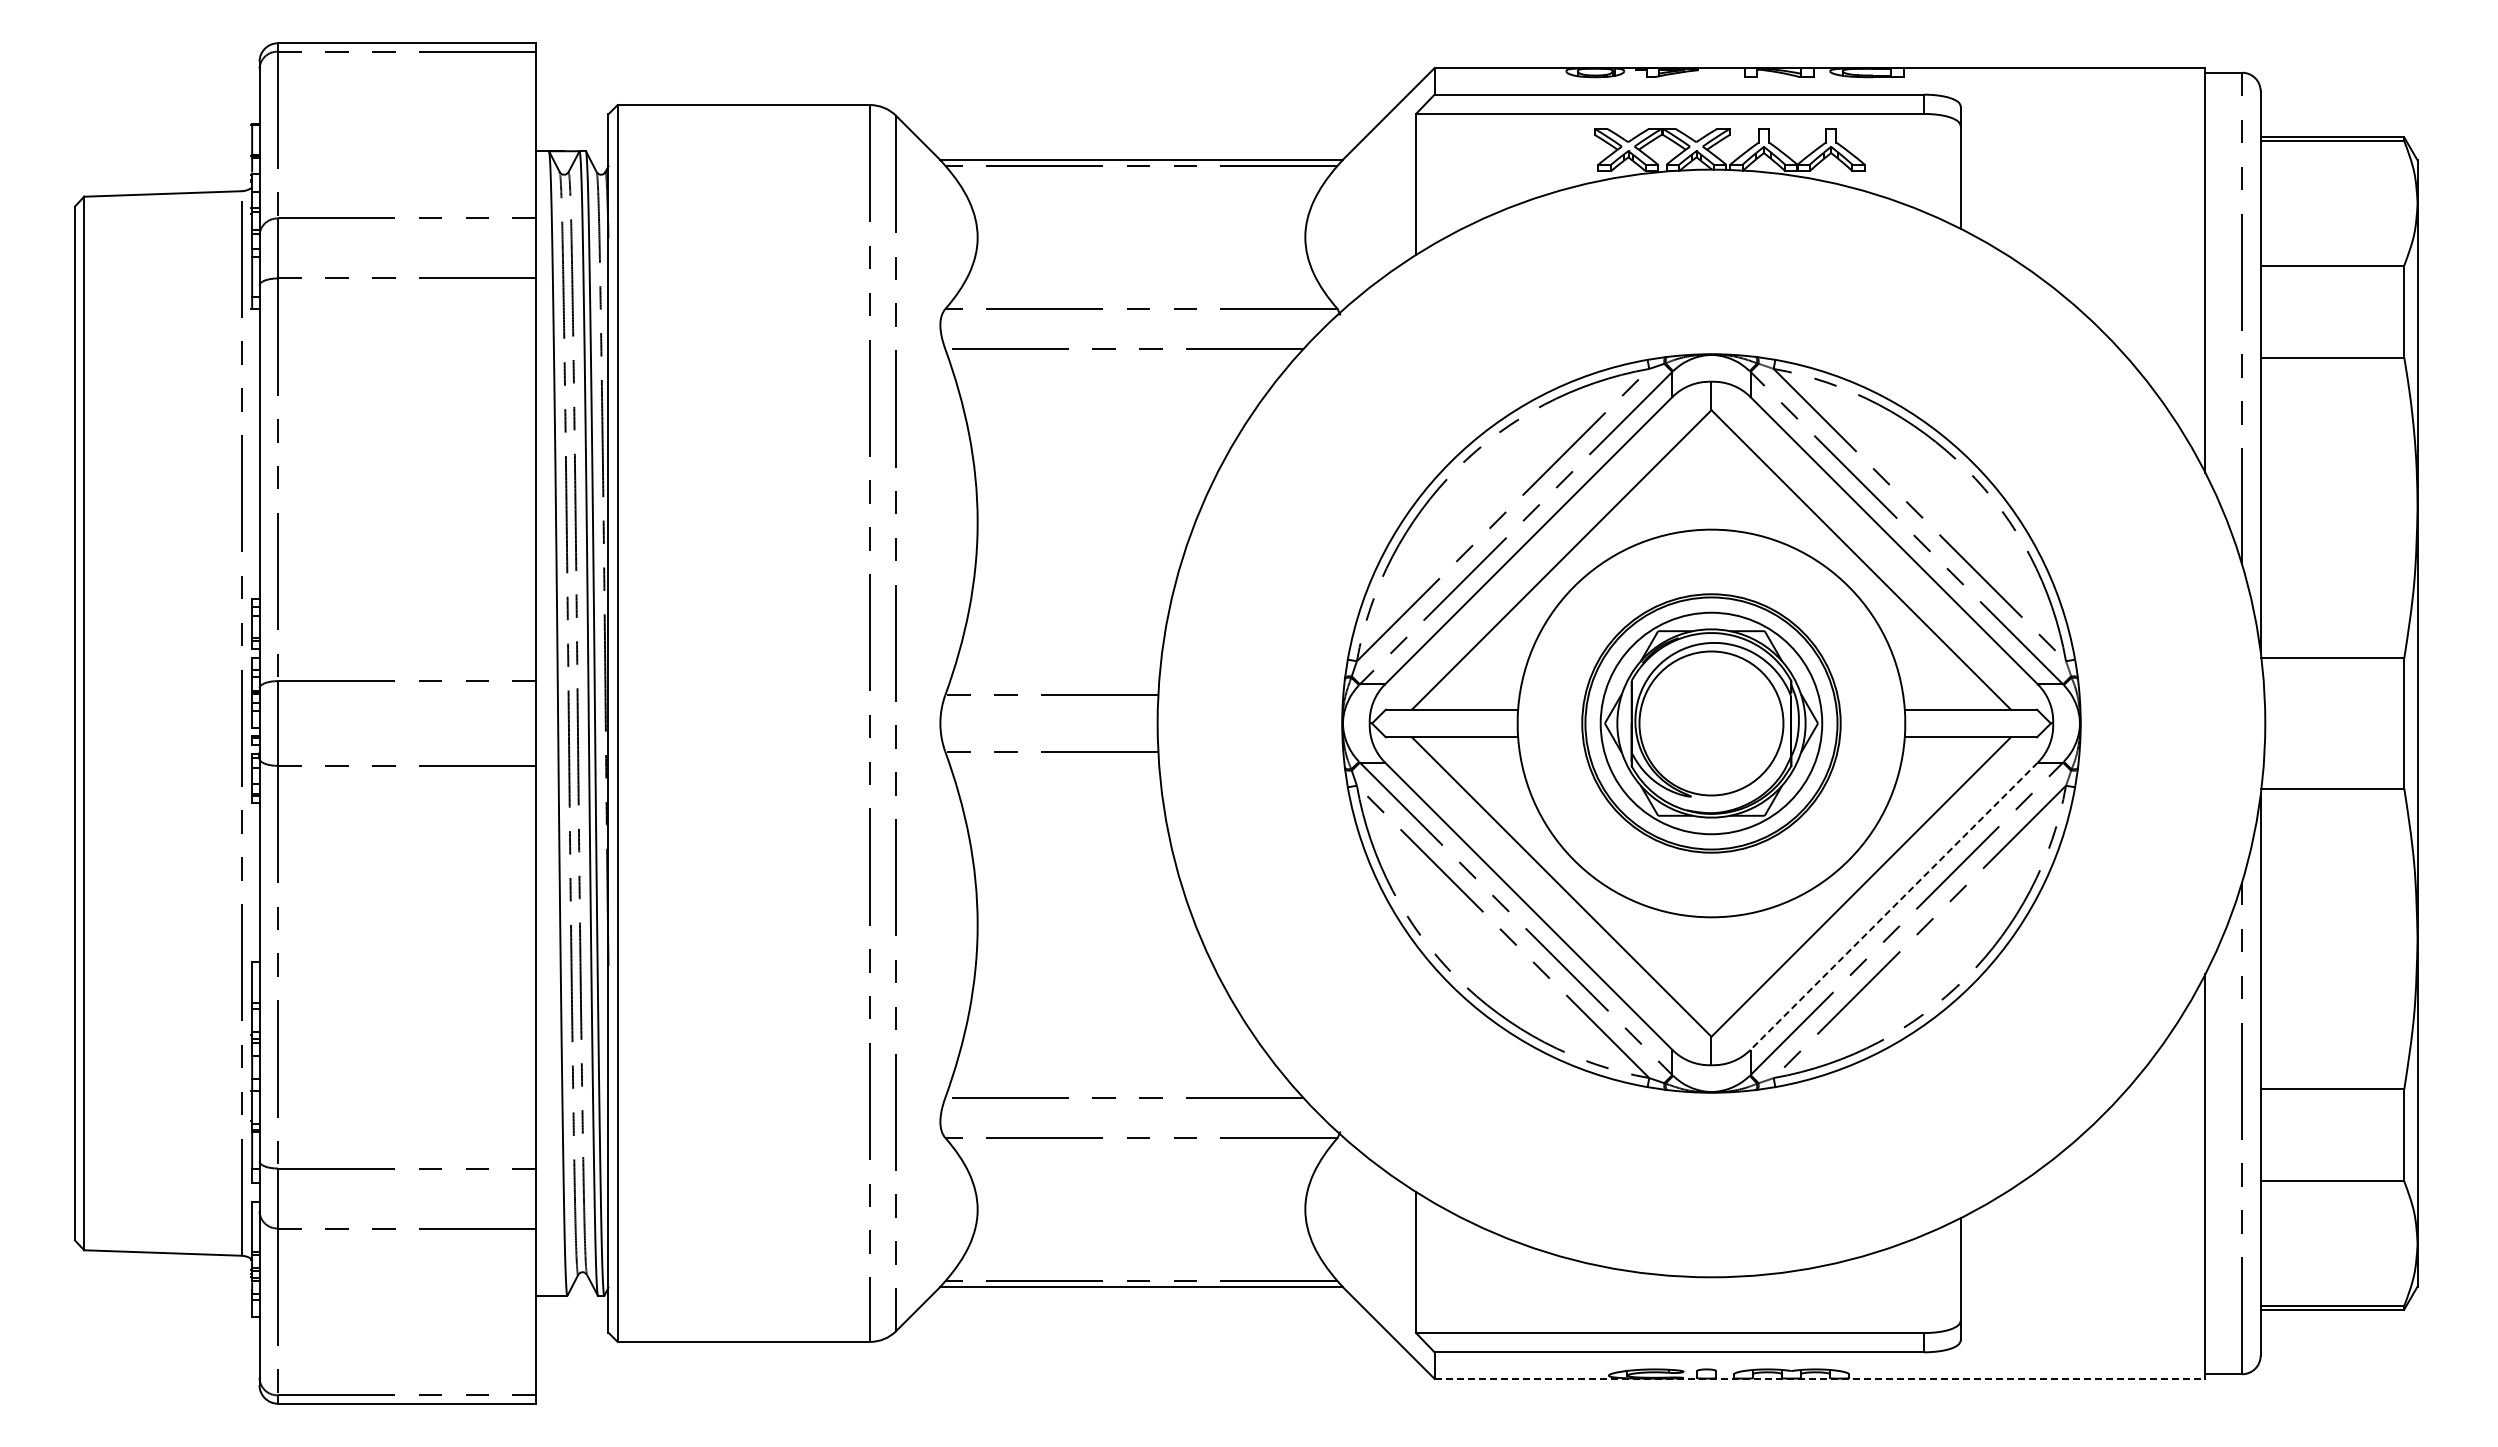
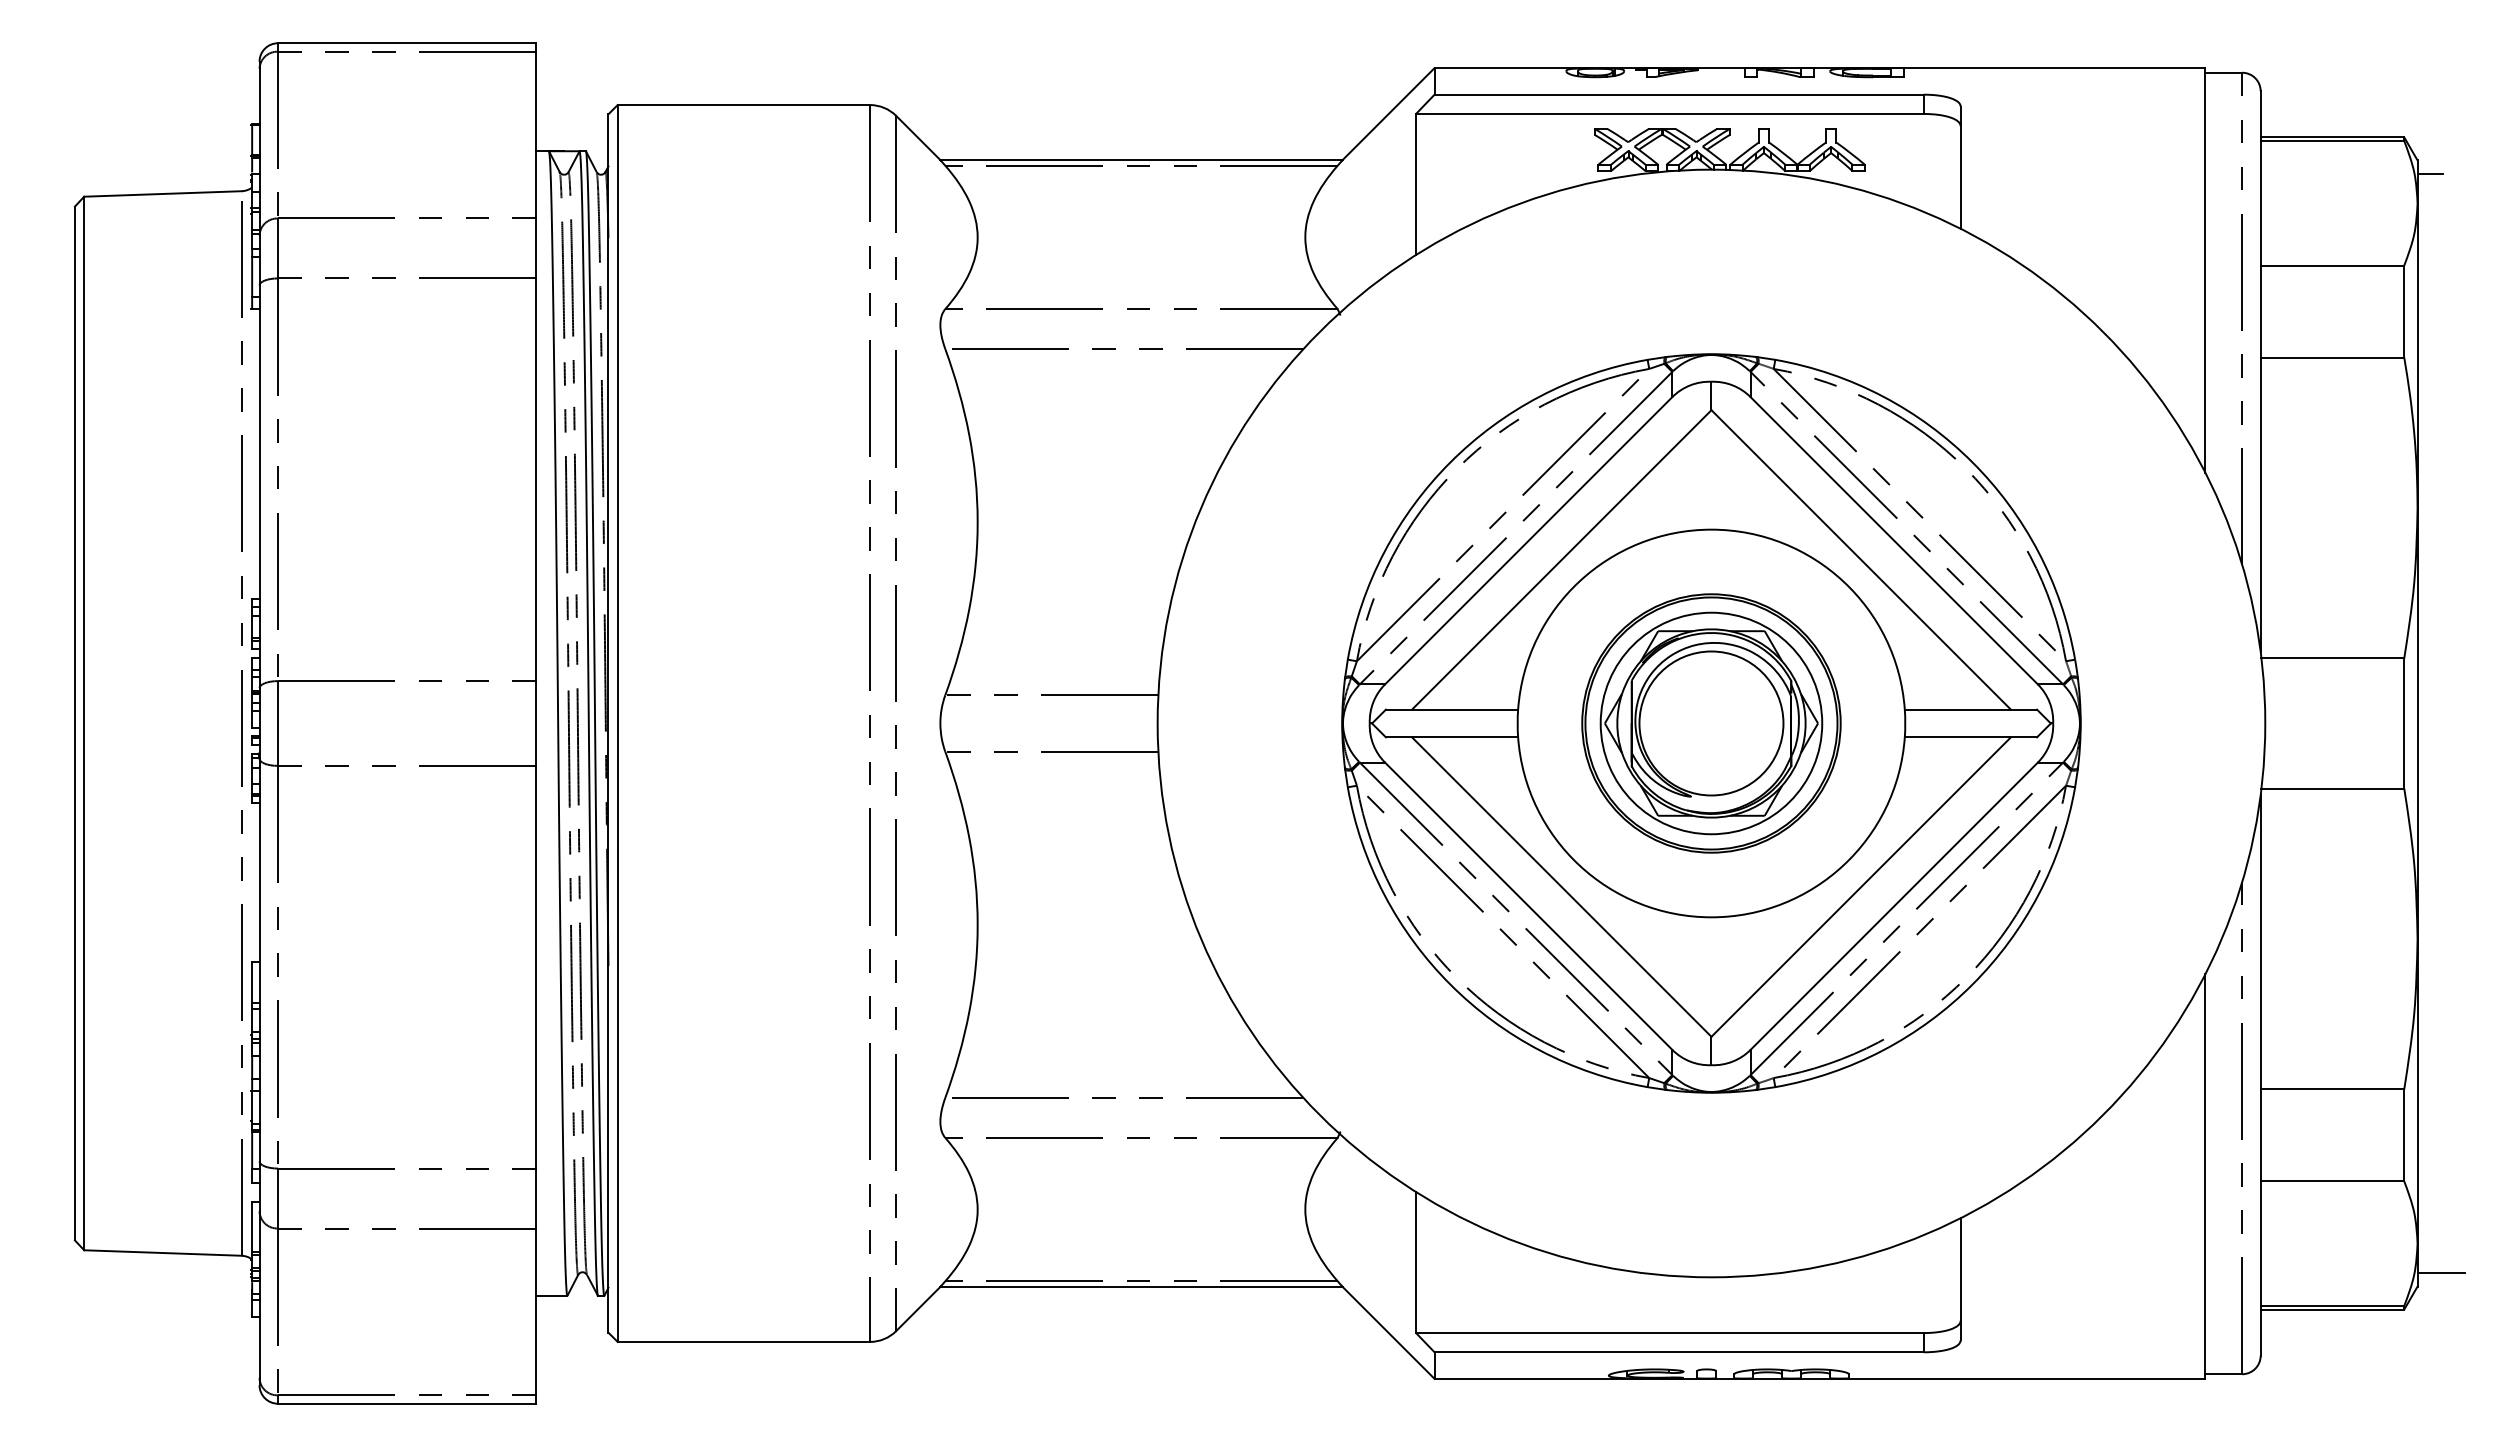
line at (2430, 174): none -> present
line at (1893, 906): dashed -> solid
line at (2440, 1272): none -> present
line at (1820, 1378): dashed -> solid
